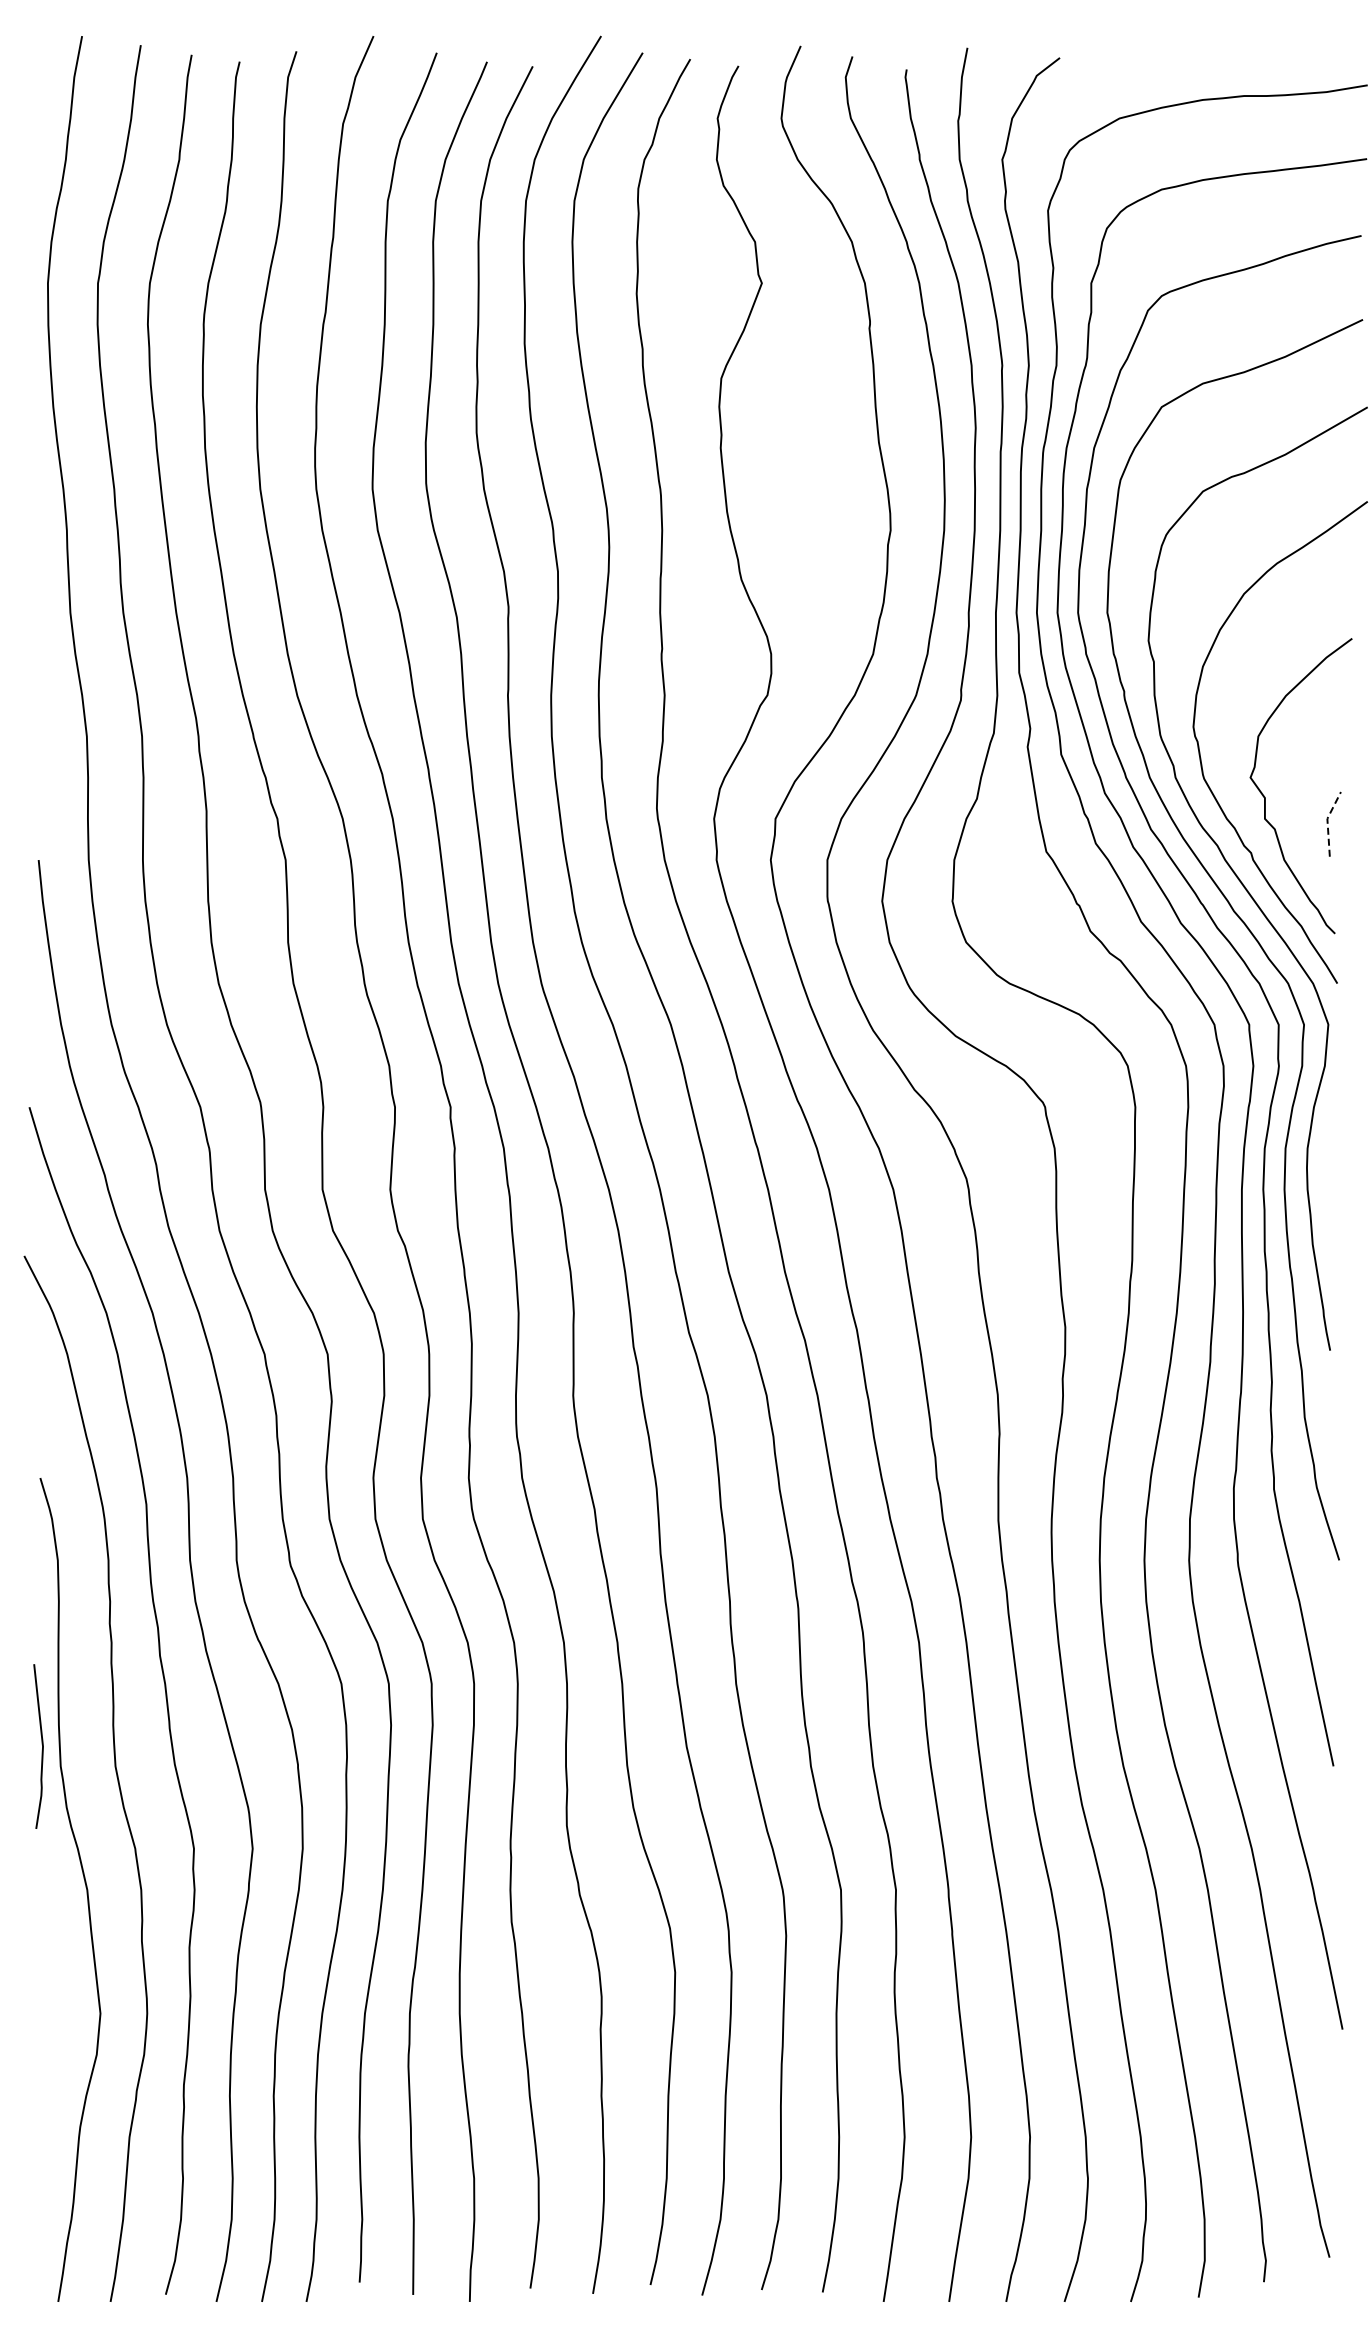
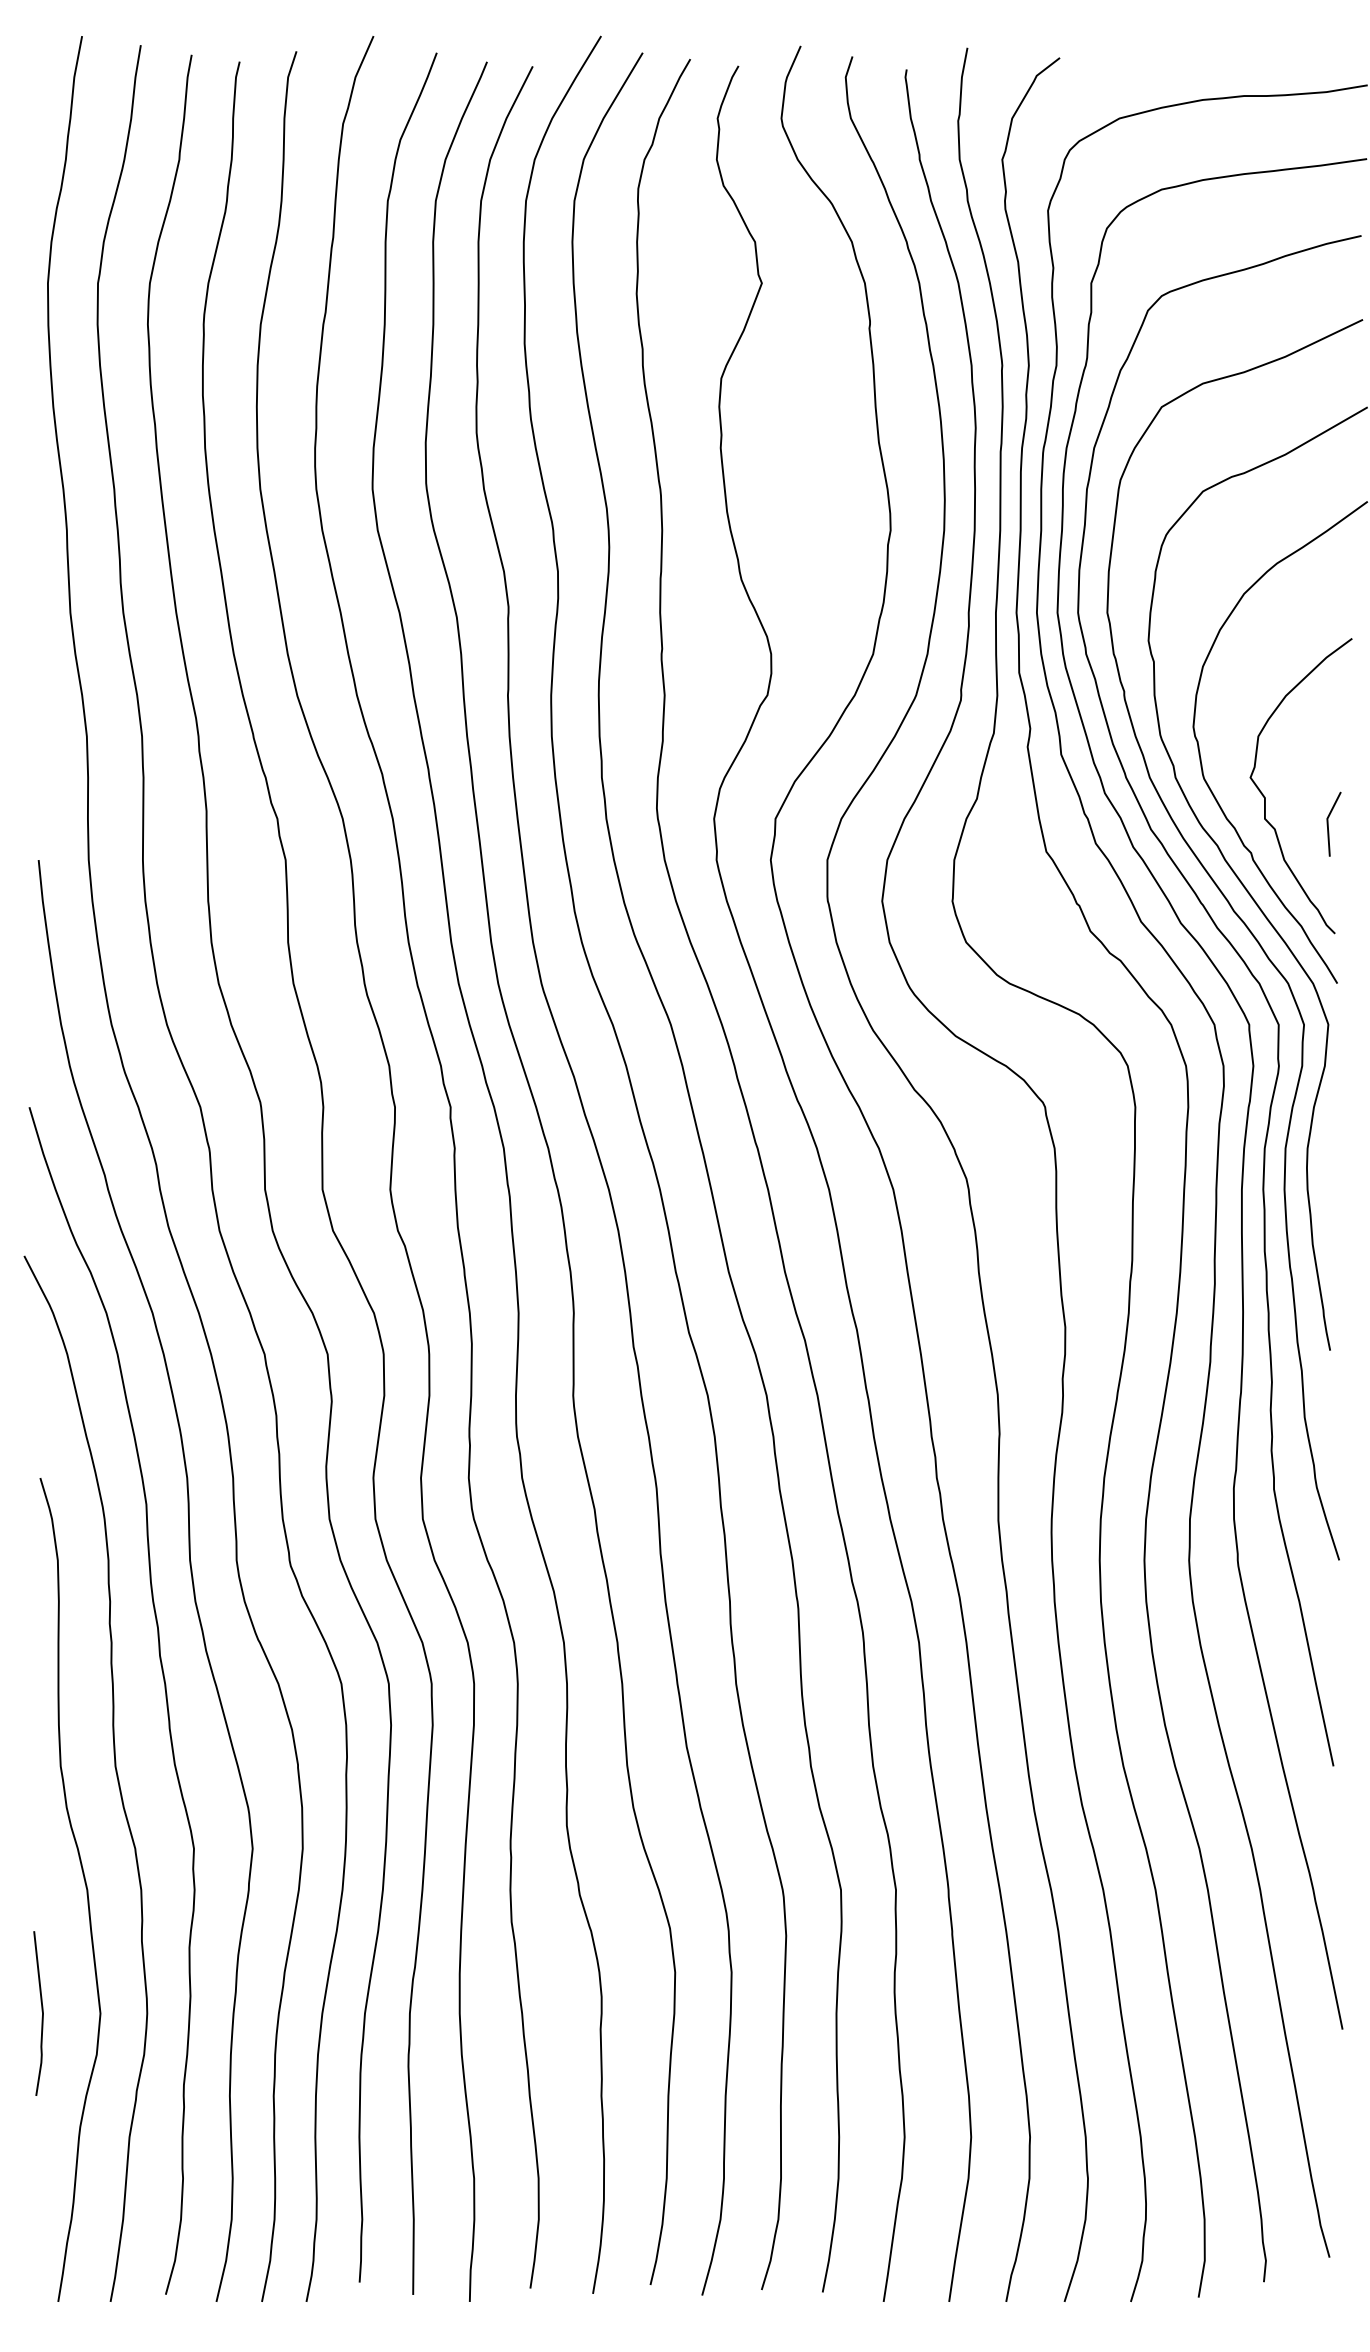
line at (1327, 821): dashed -> solid
curve at (41, 1744) position: (41, 1744) -> (41, 2011)
